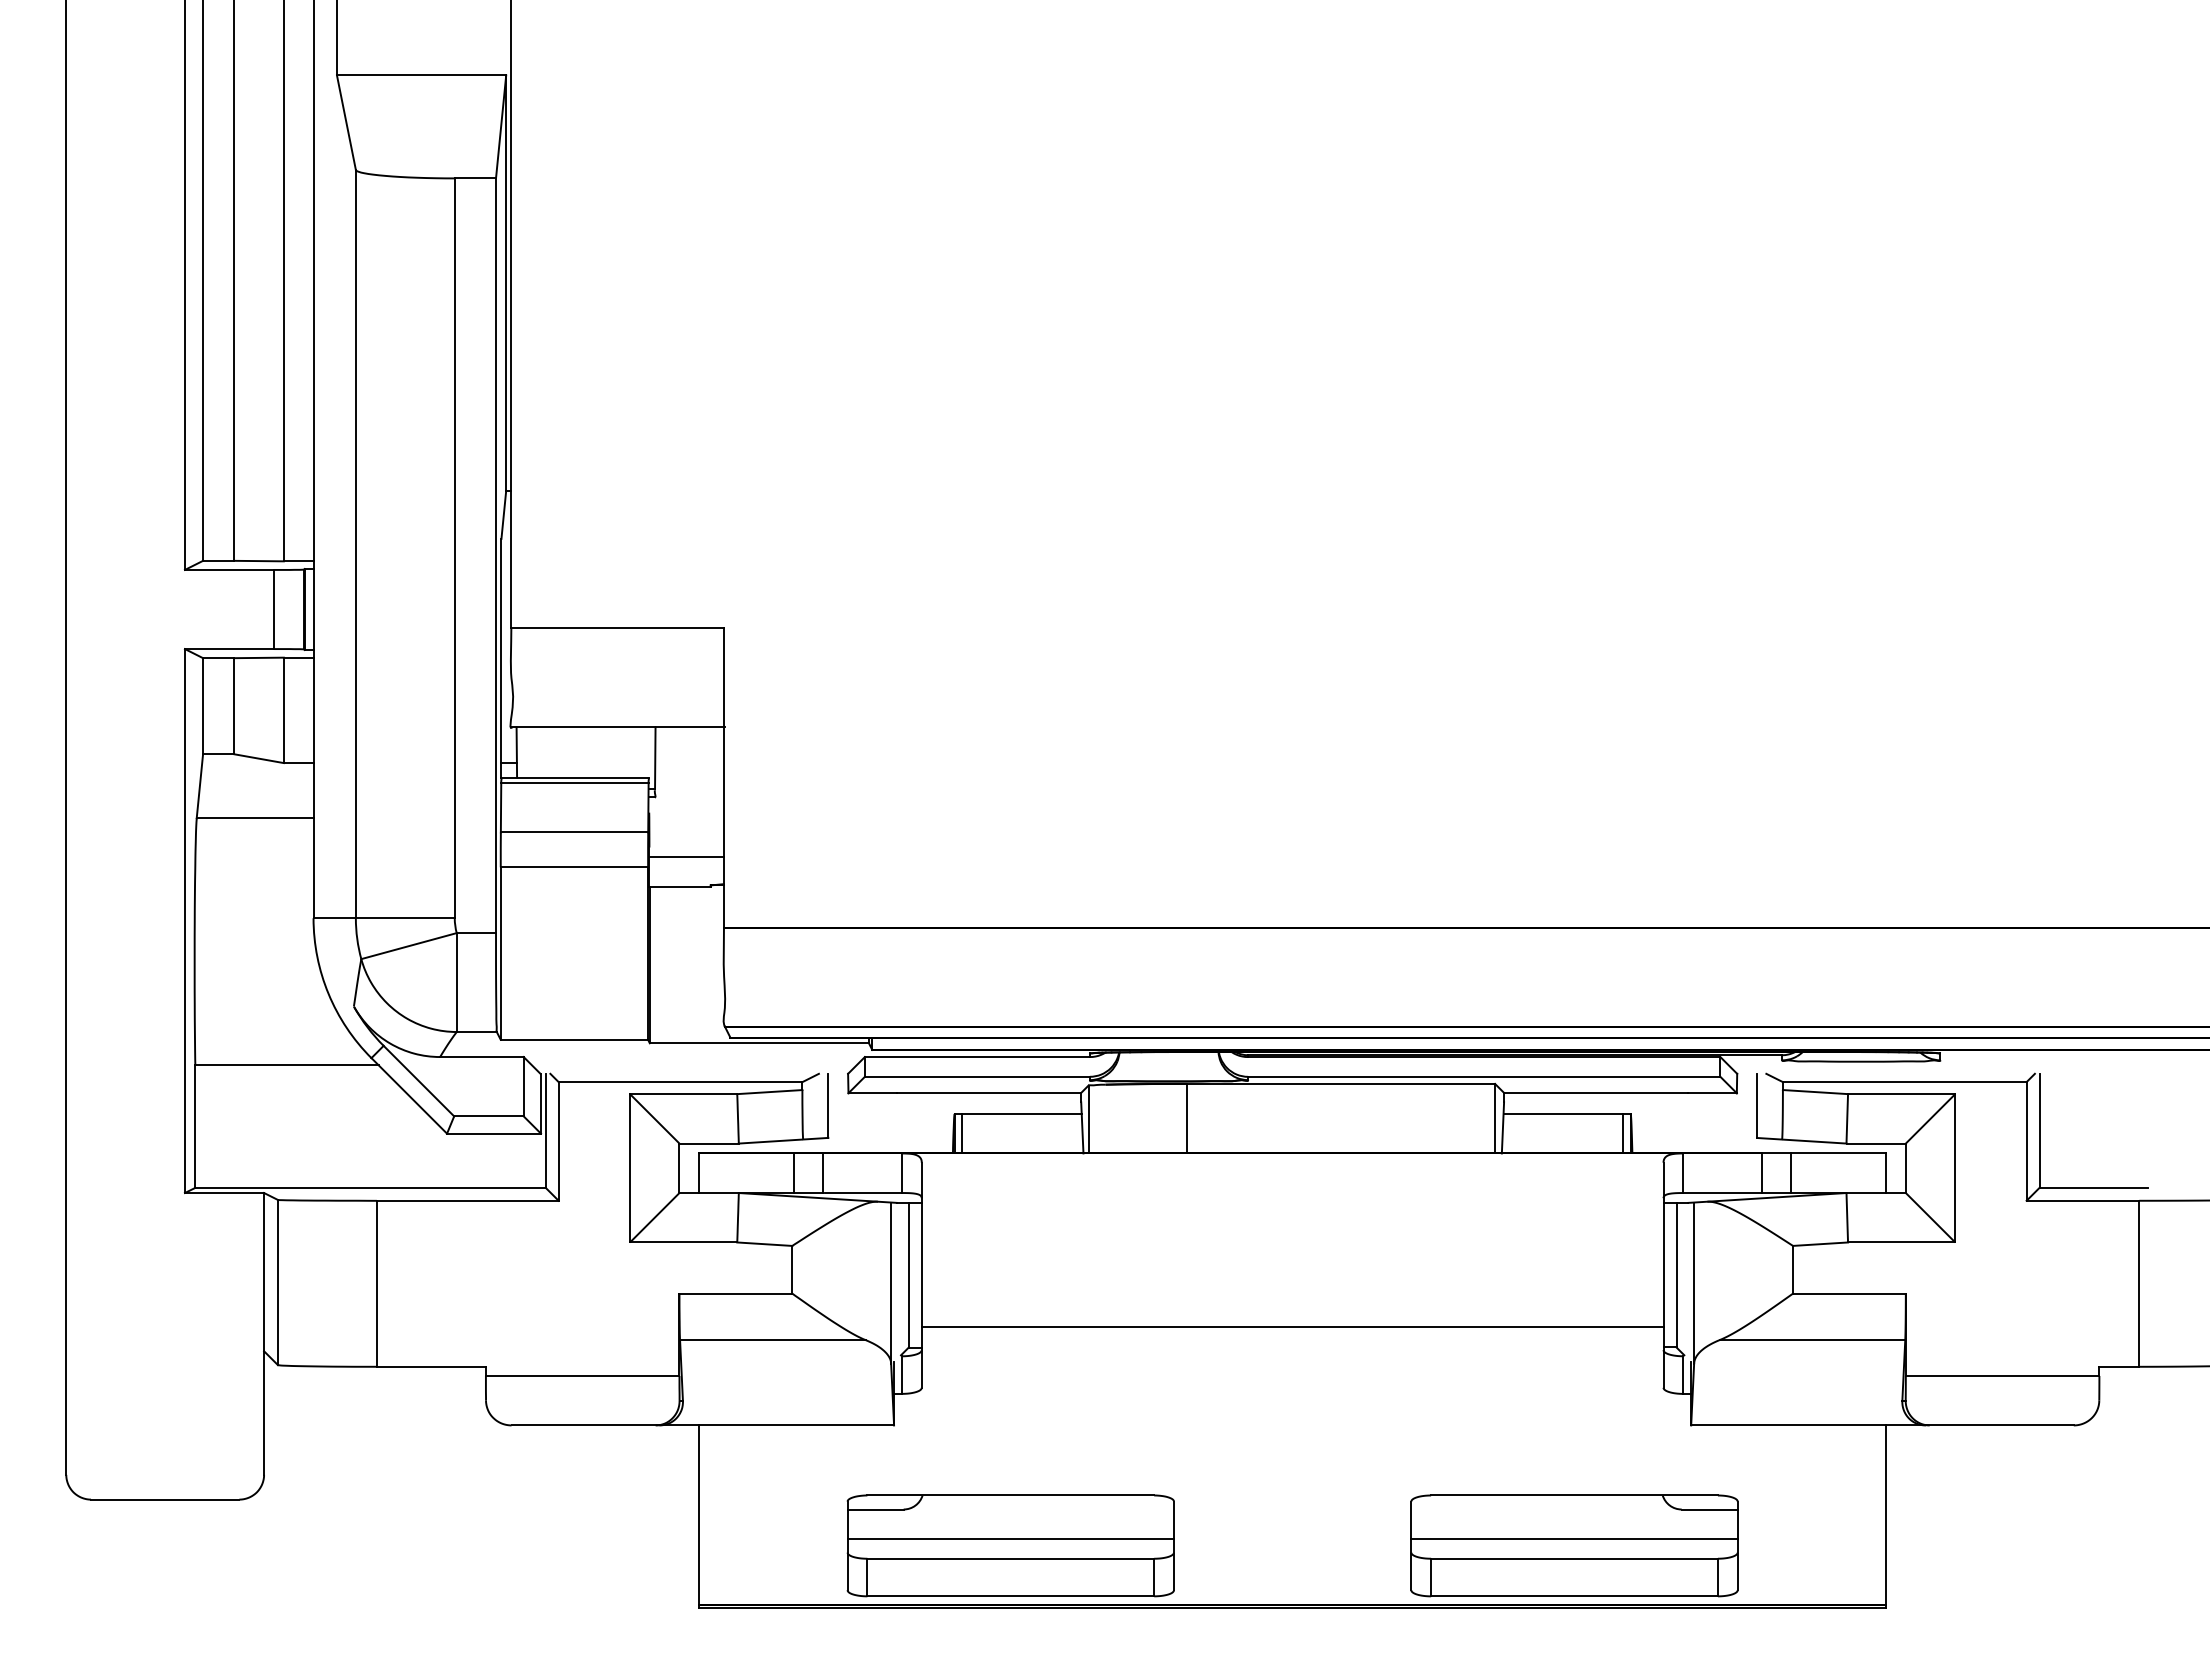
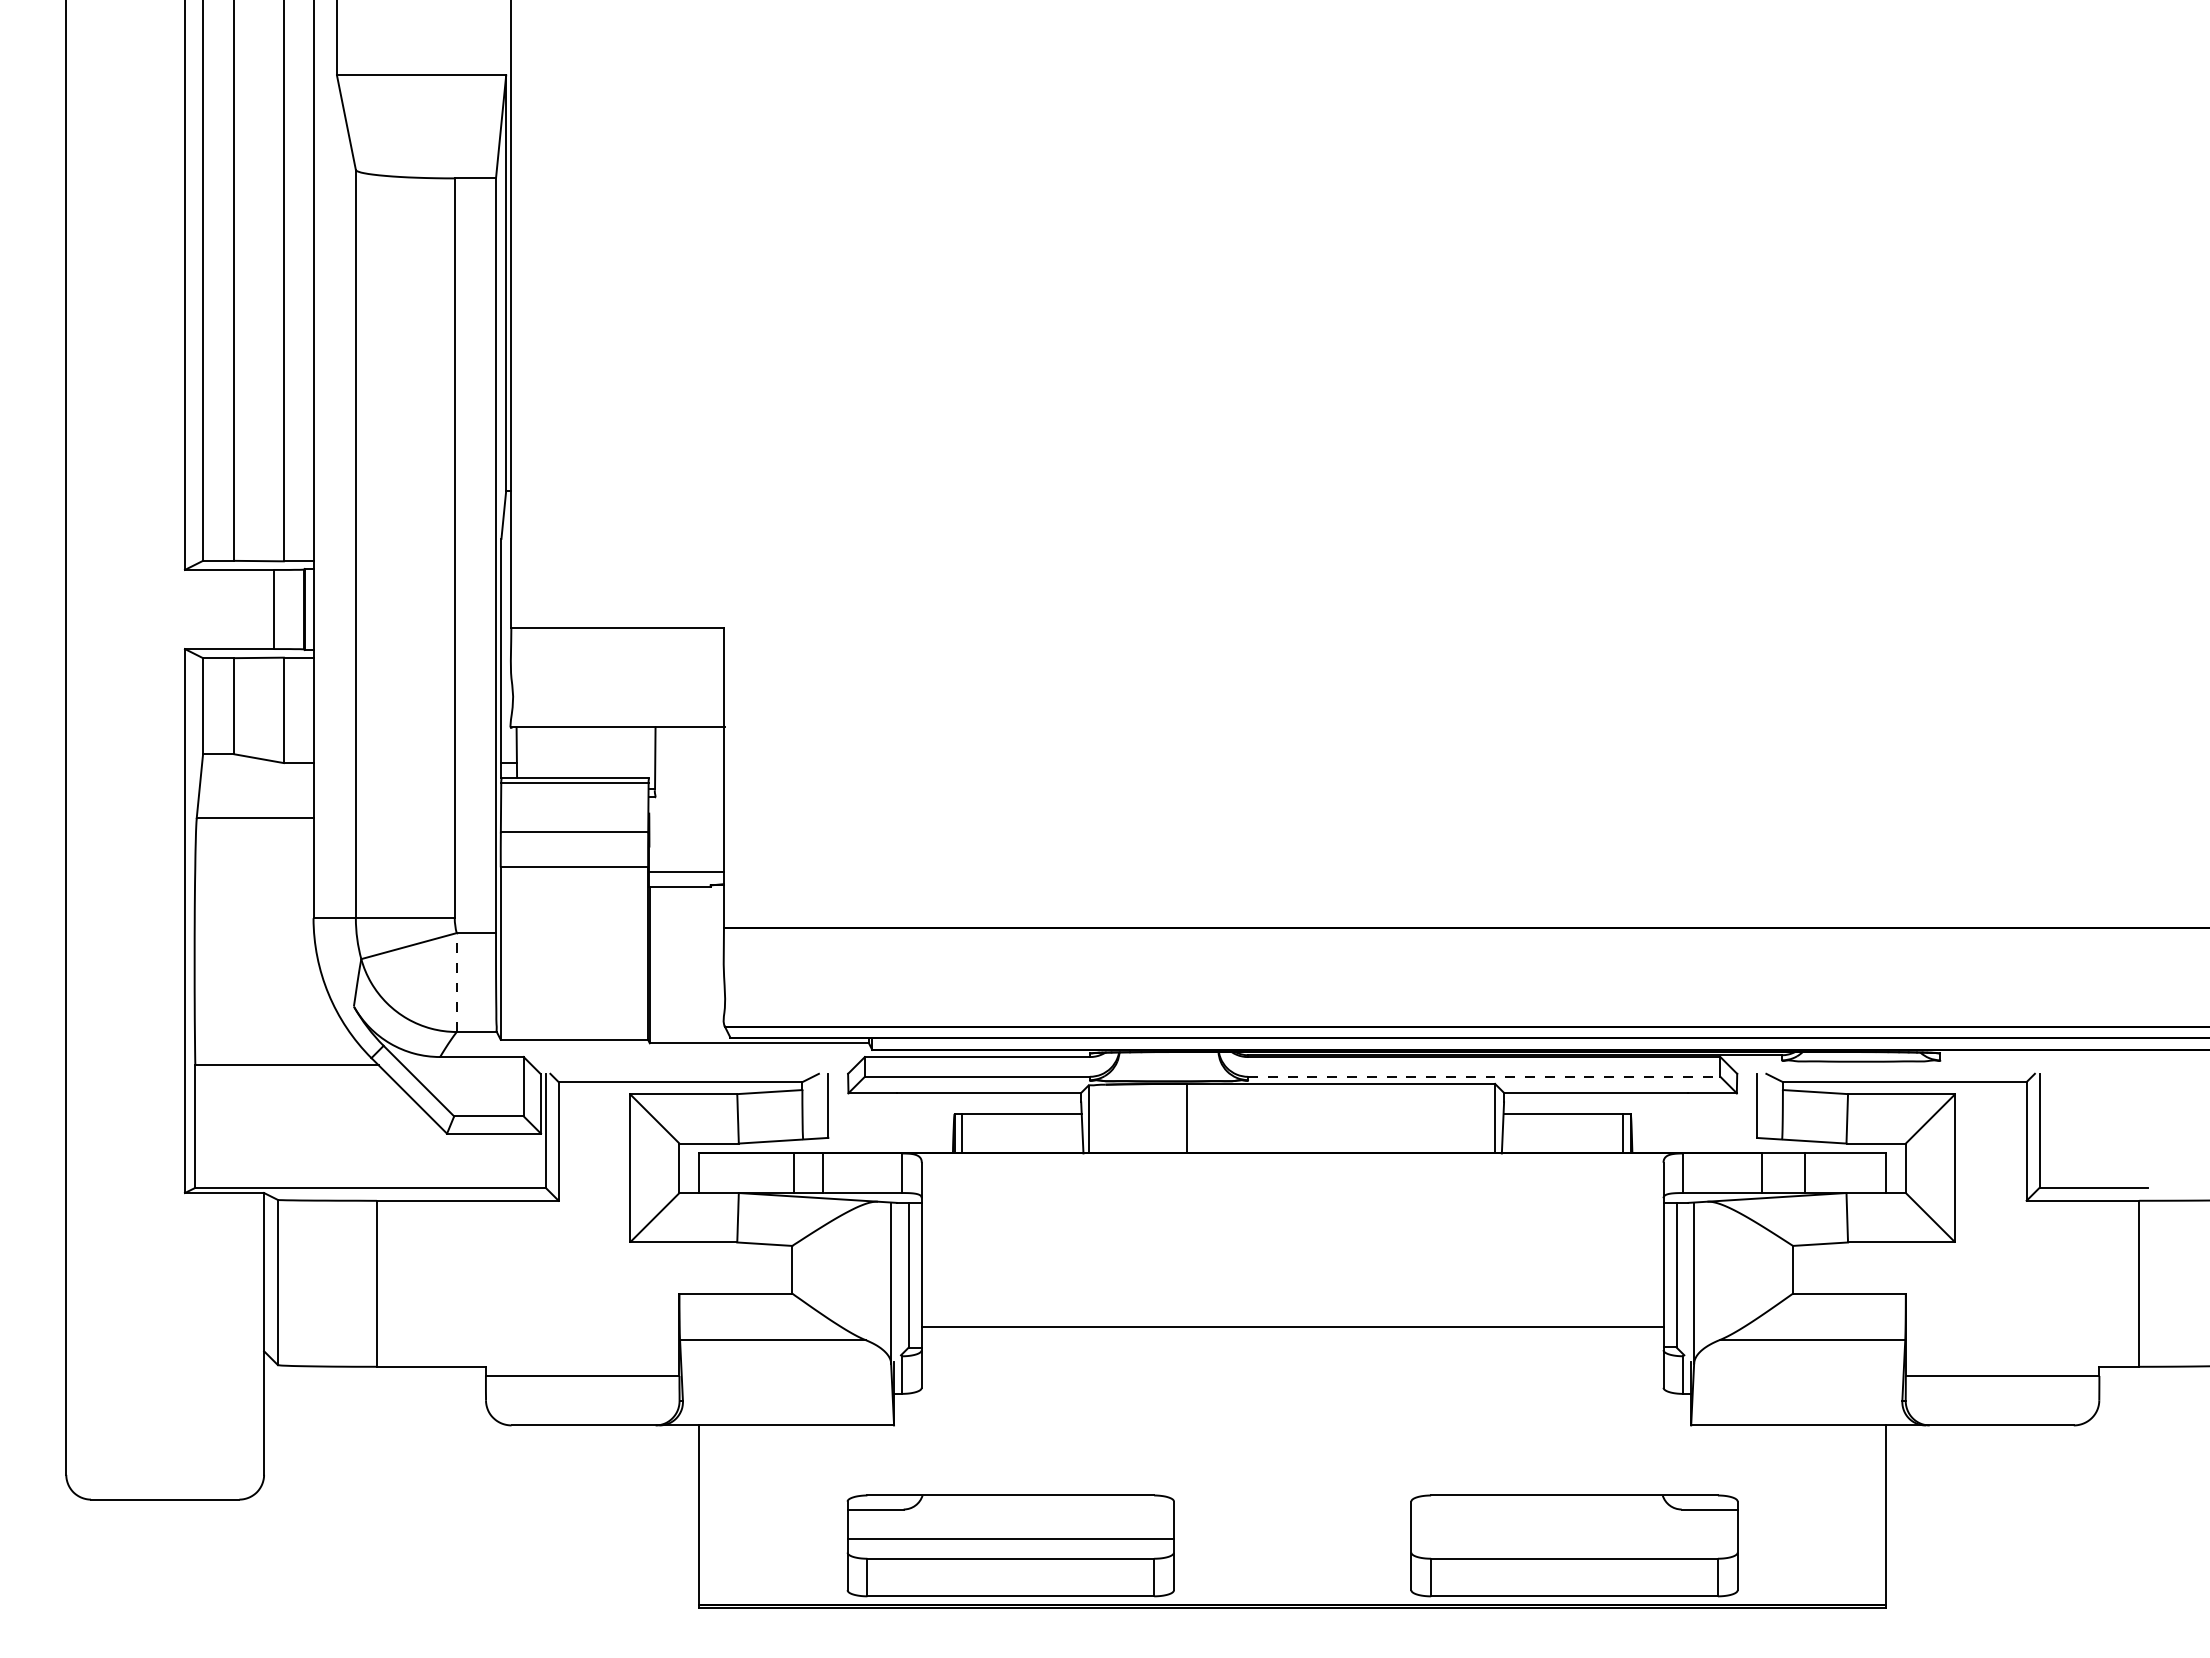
line at (686, 856) position: (686, 856) -> (686, 871)
line at (456, 982): solid -> dashed
line at (1484, 1076): solid -> dashed
line at (1791, 1173) position: (1791, 1173) -> (1805, 1173)
line at (1574, 1539): present -> none
